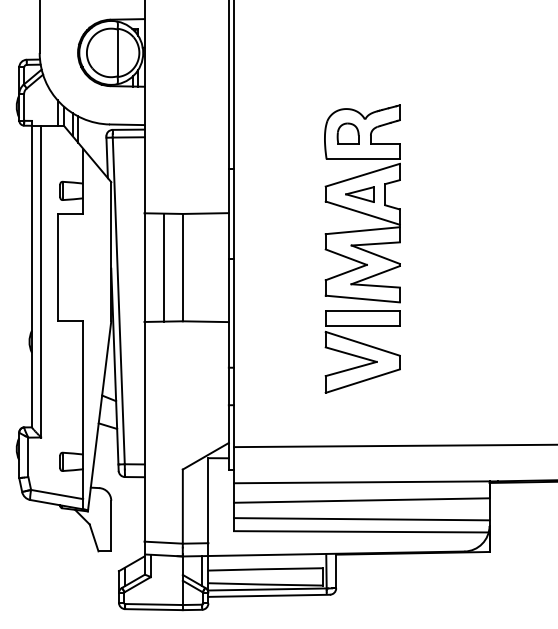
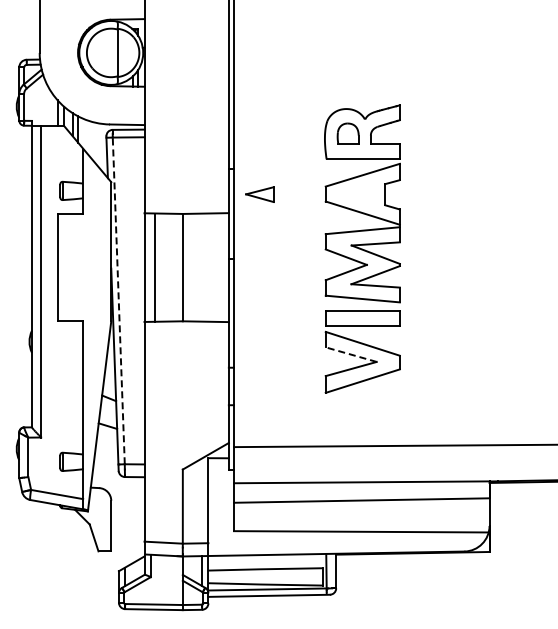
part at (359, 194) position: (359, 194) -> (259, 194)
line at (164, 267) position: (164, 267) -> (155, 267)
line at (118, 300): solid -> dashed
line at (351, 354): solid -> dashed
line at (361, 519): present -> none
